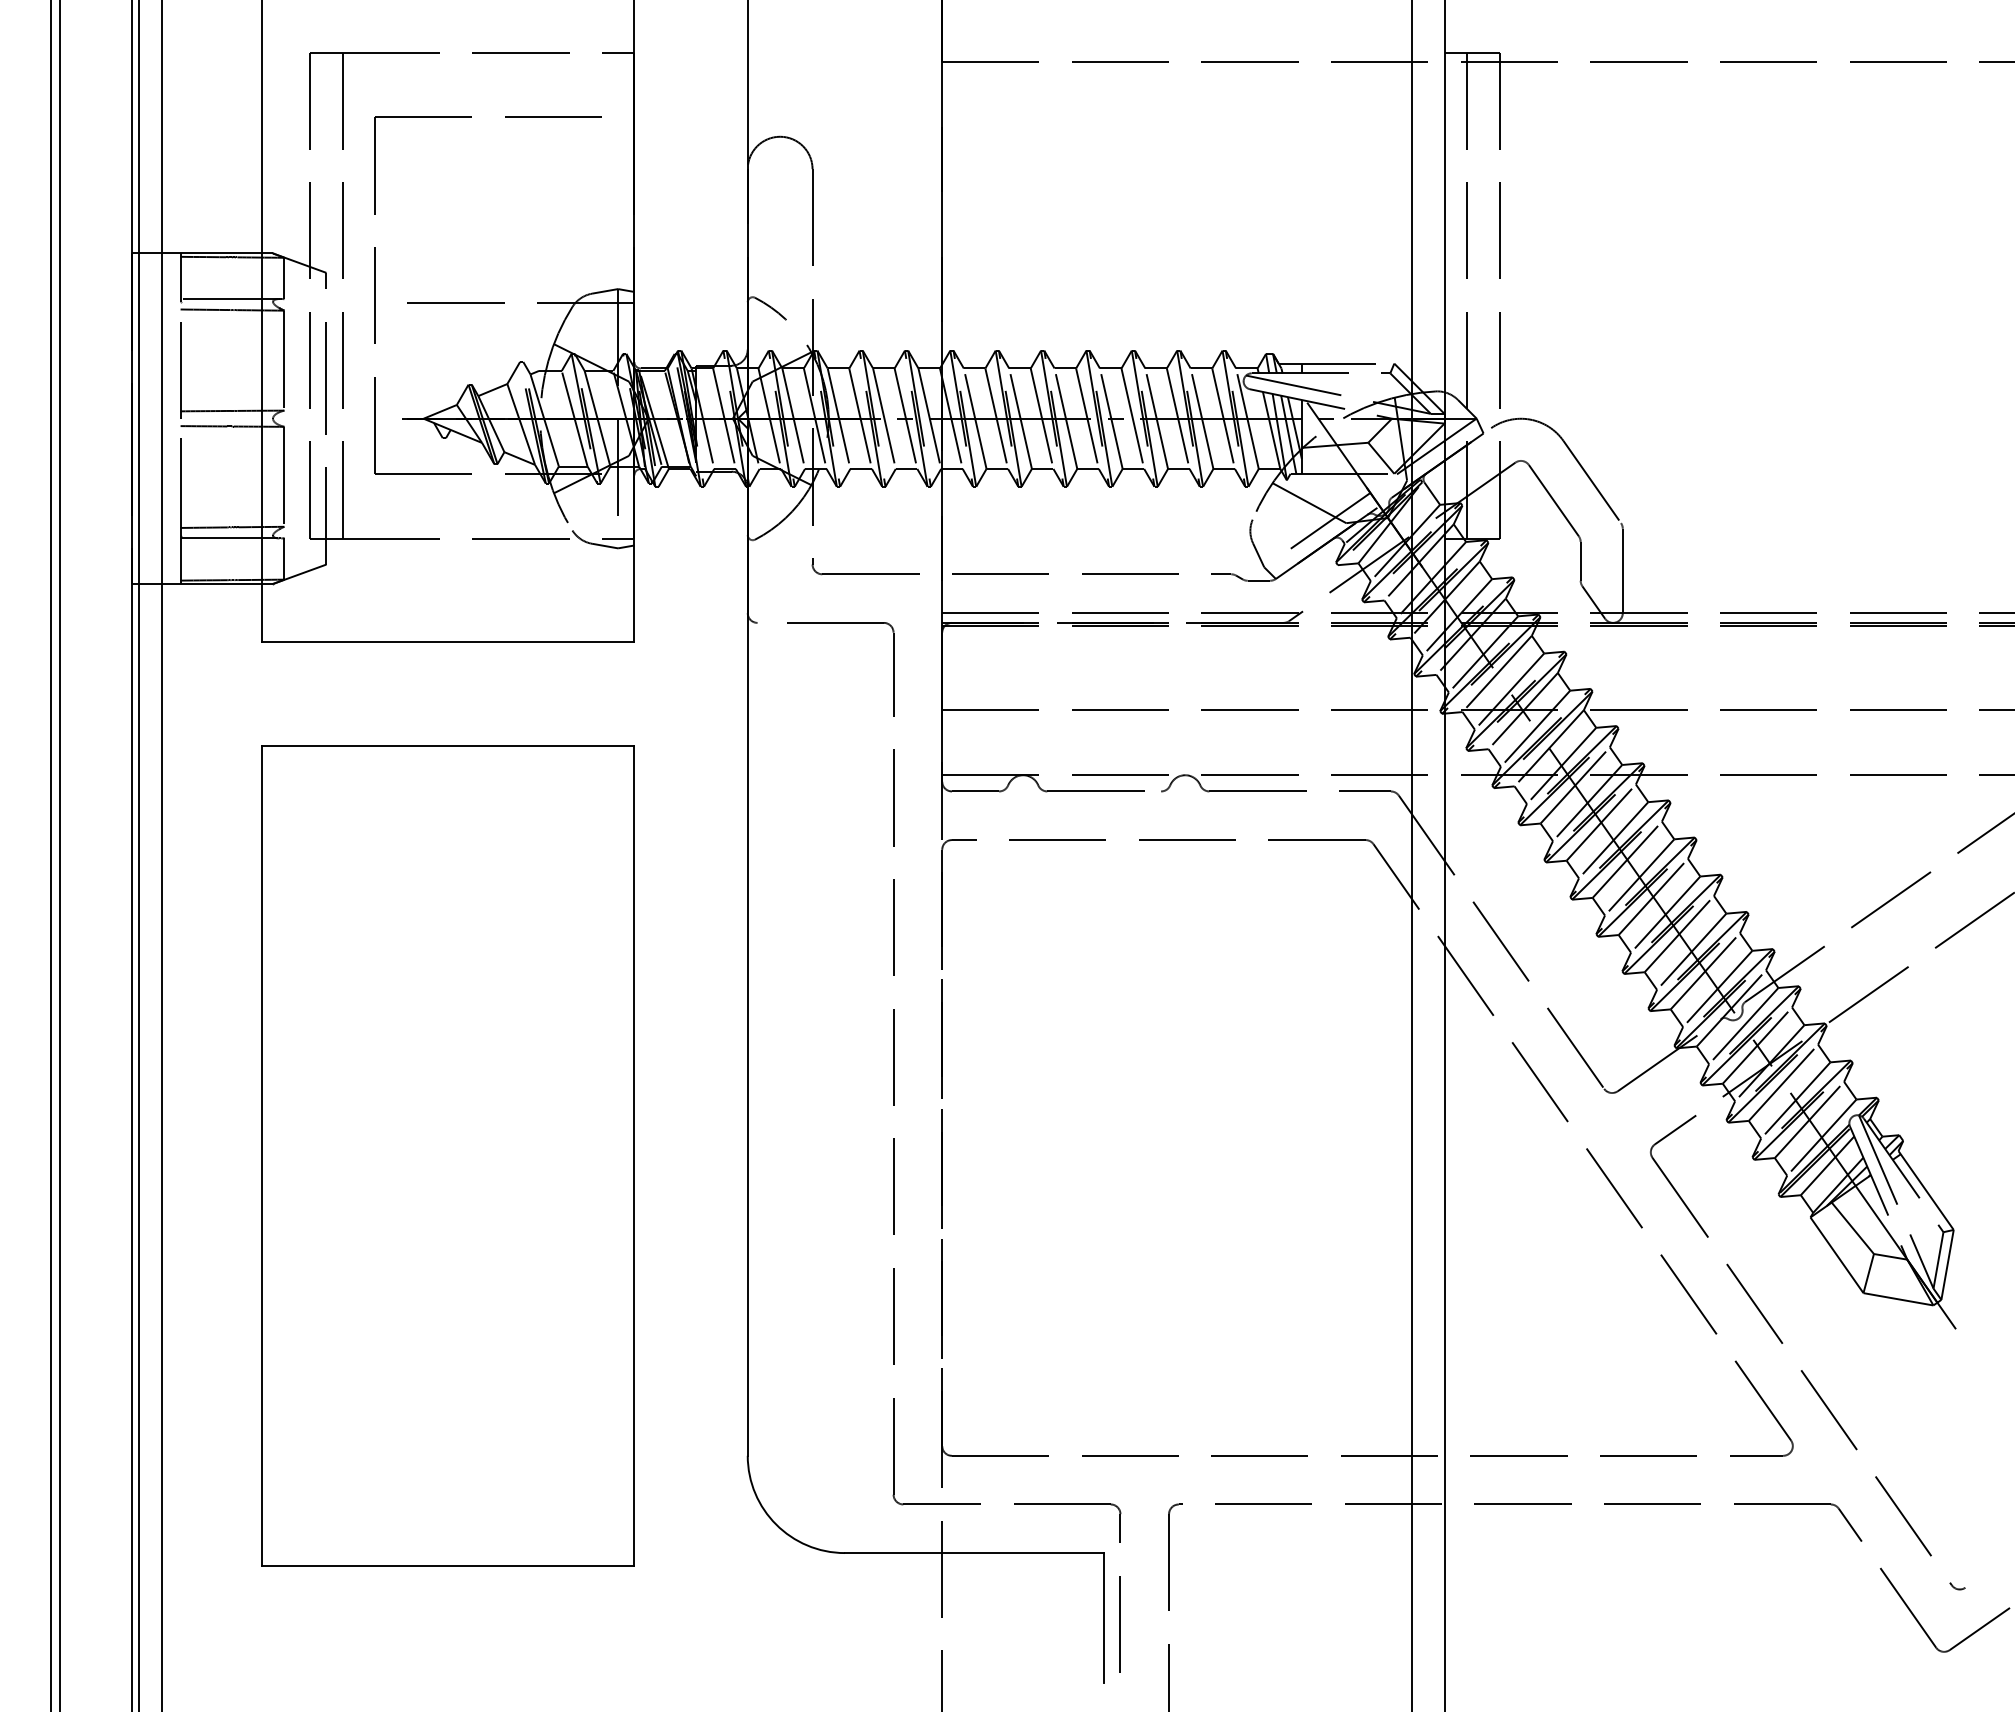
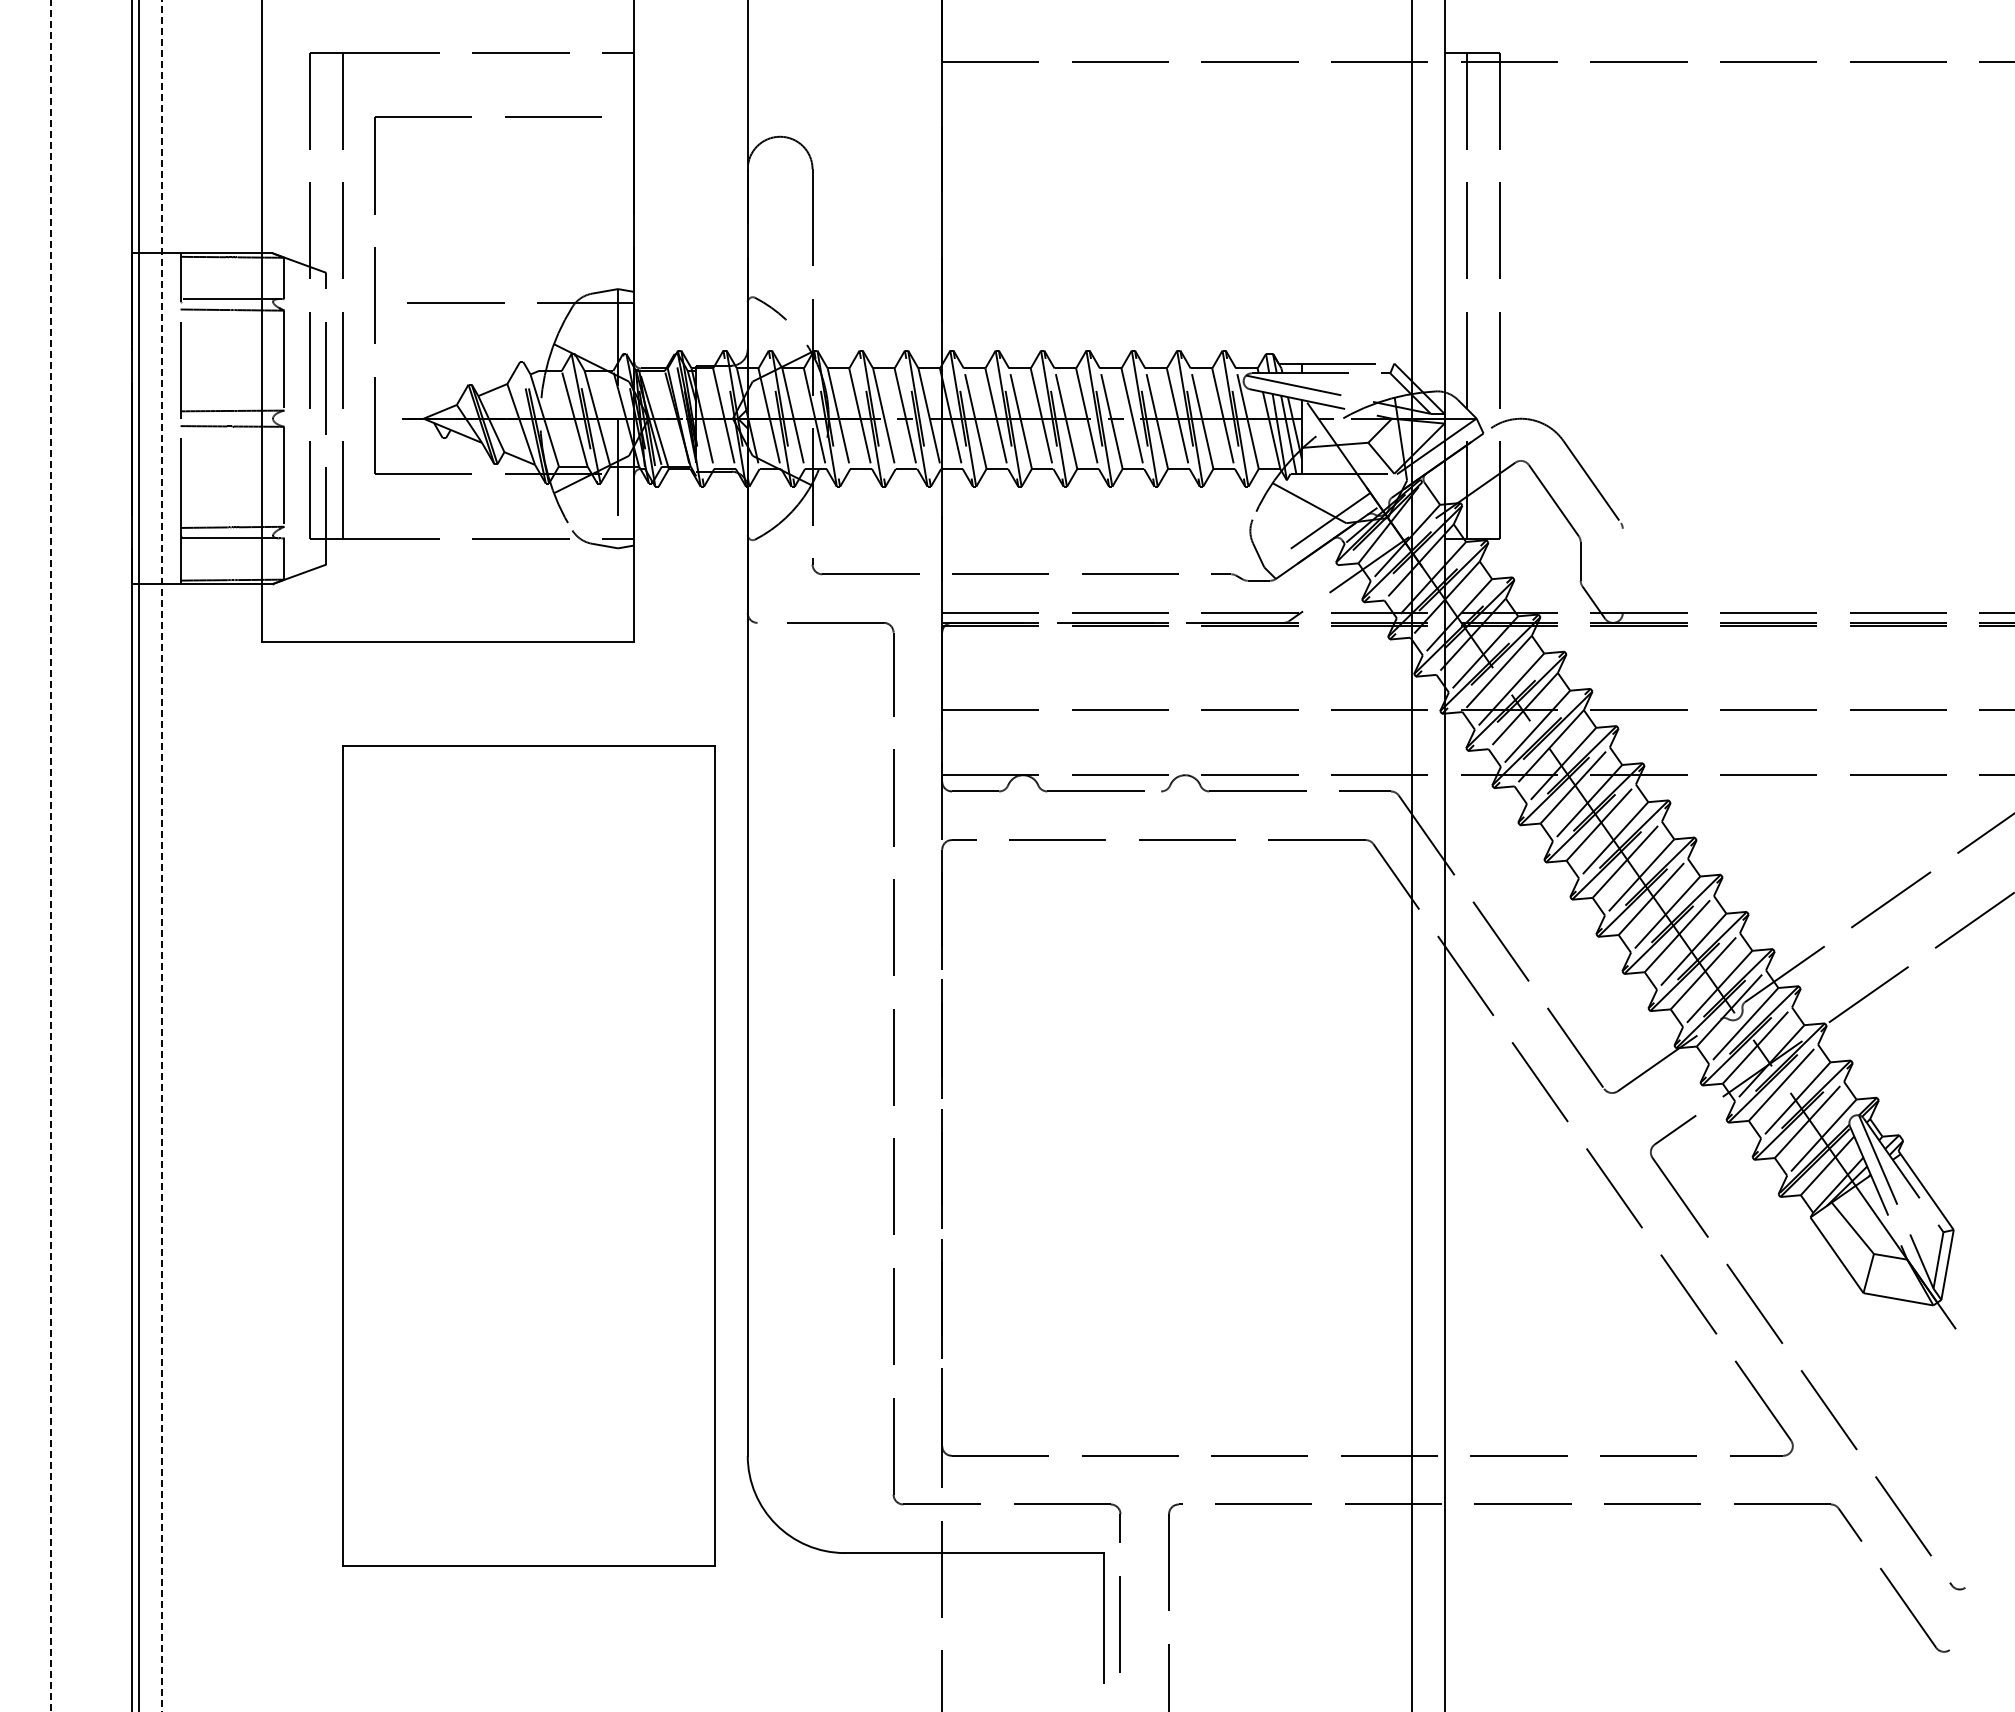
line at (1622, 570): present -> none
line at (50, 855): solid -> dashed
line at (60, 855): present -> none
line at (161, 856): solid -> dashed
part at (447, 1155) position: (447, 1155) -> (528, 1155)
line at (1980, 1628): present -> none
